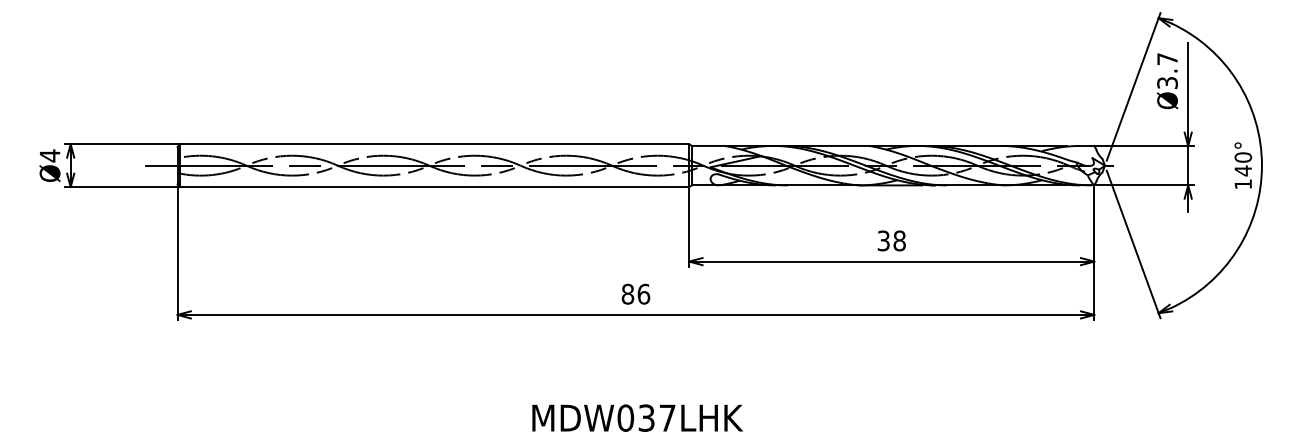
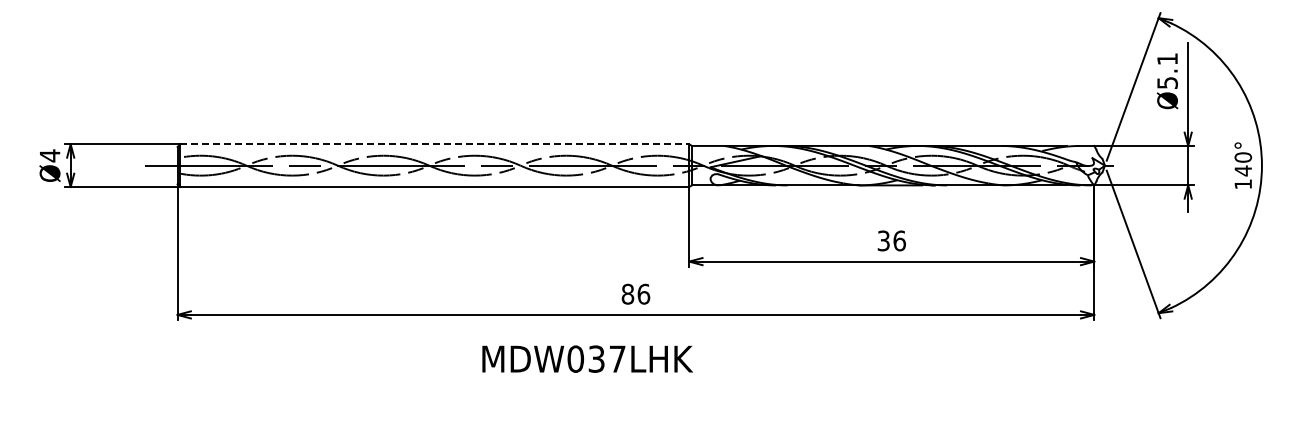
text at (1167, 70): Ø3.7 -> Ø5.1
line at (435, 144): solid -> dashed
text at (899, 240): 38 -> 36
text at (637, 417) position: (637, 417) -> (587, 358)
